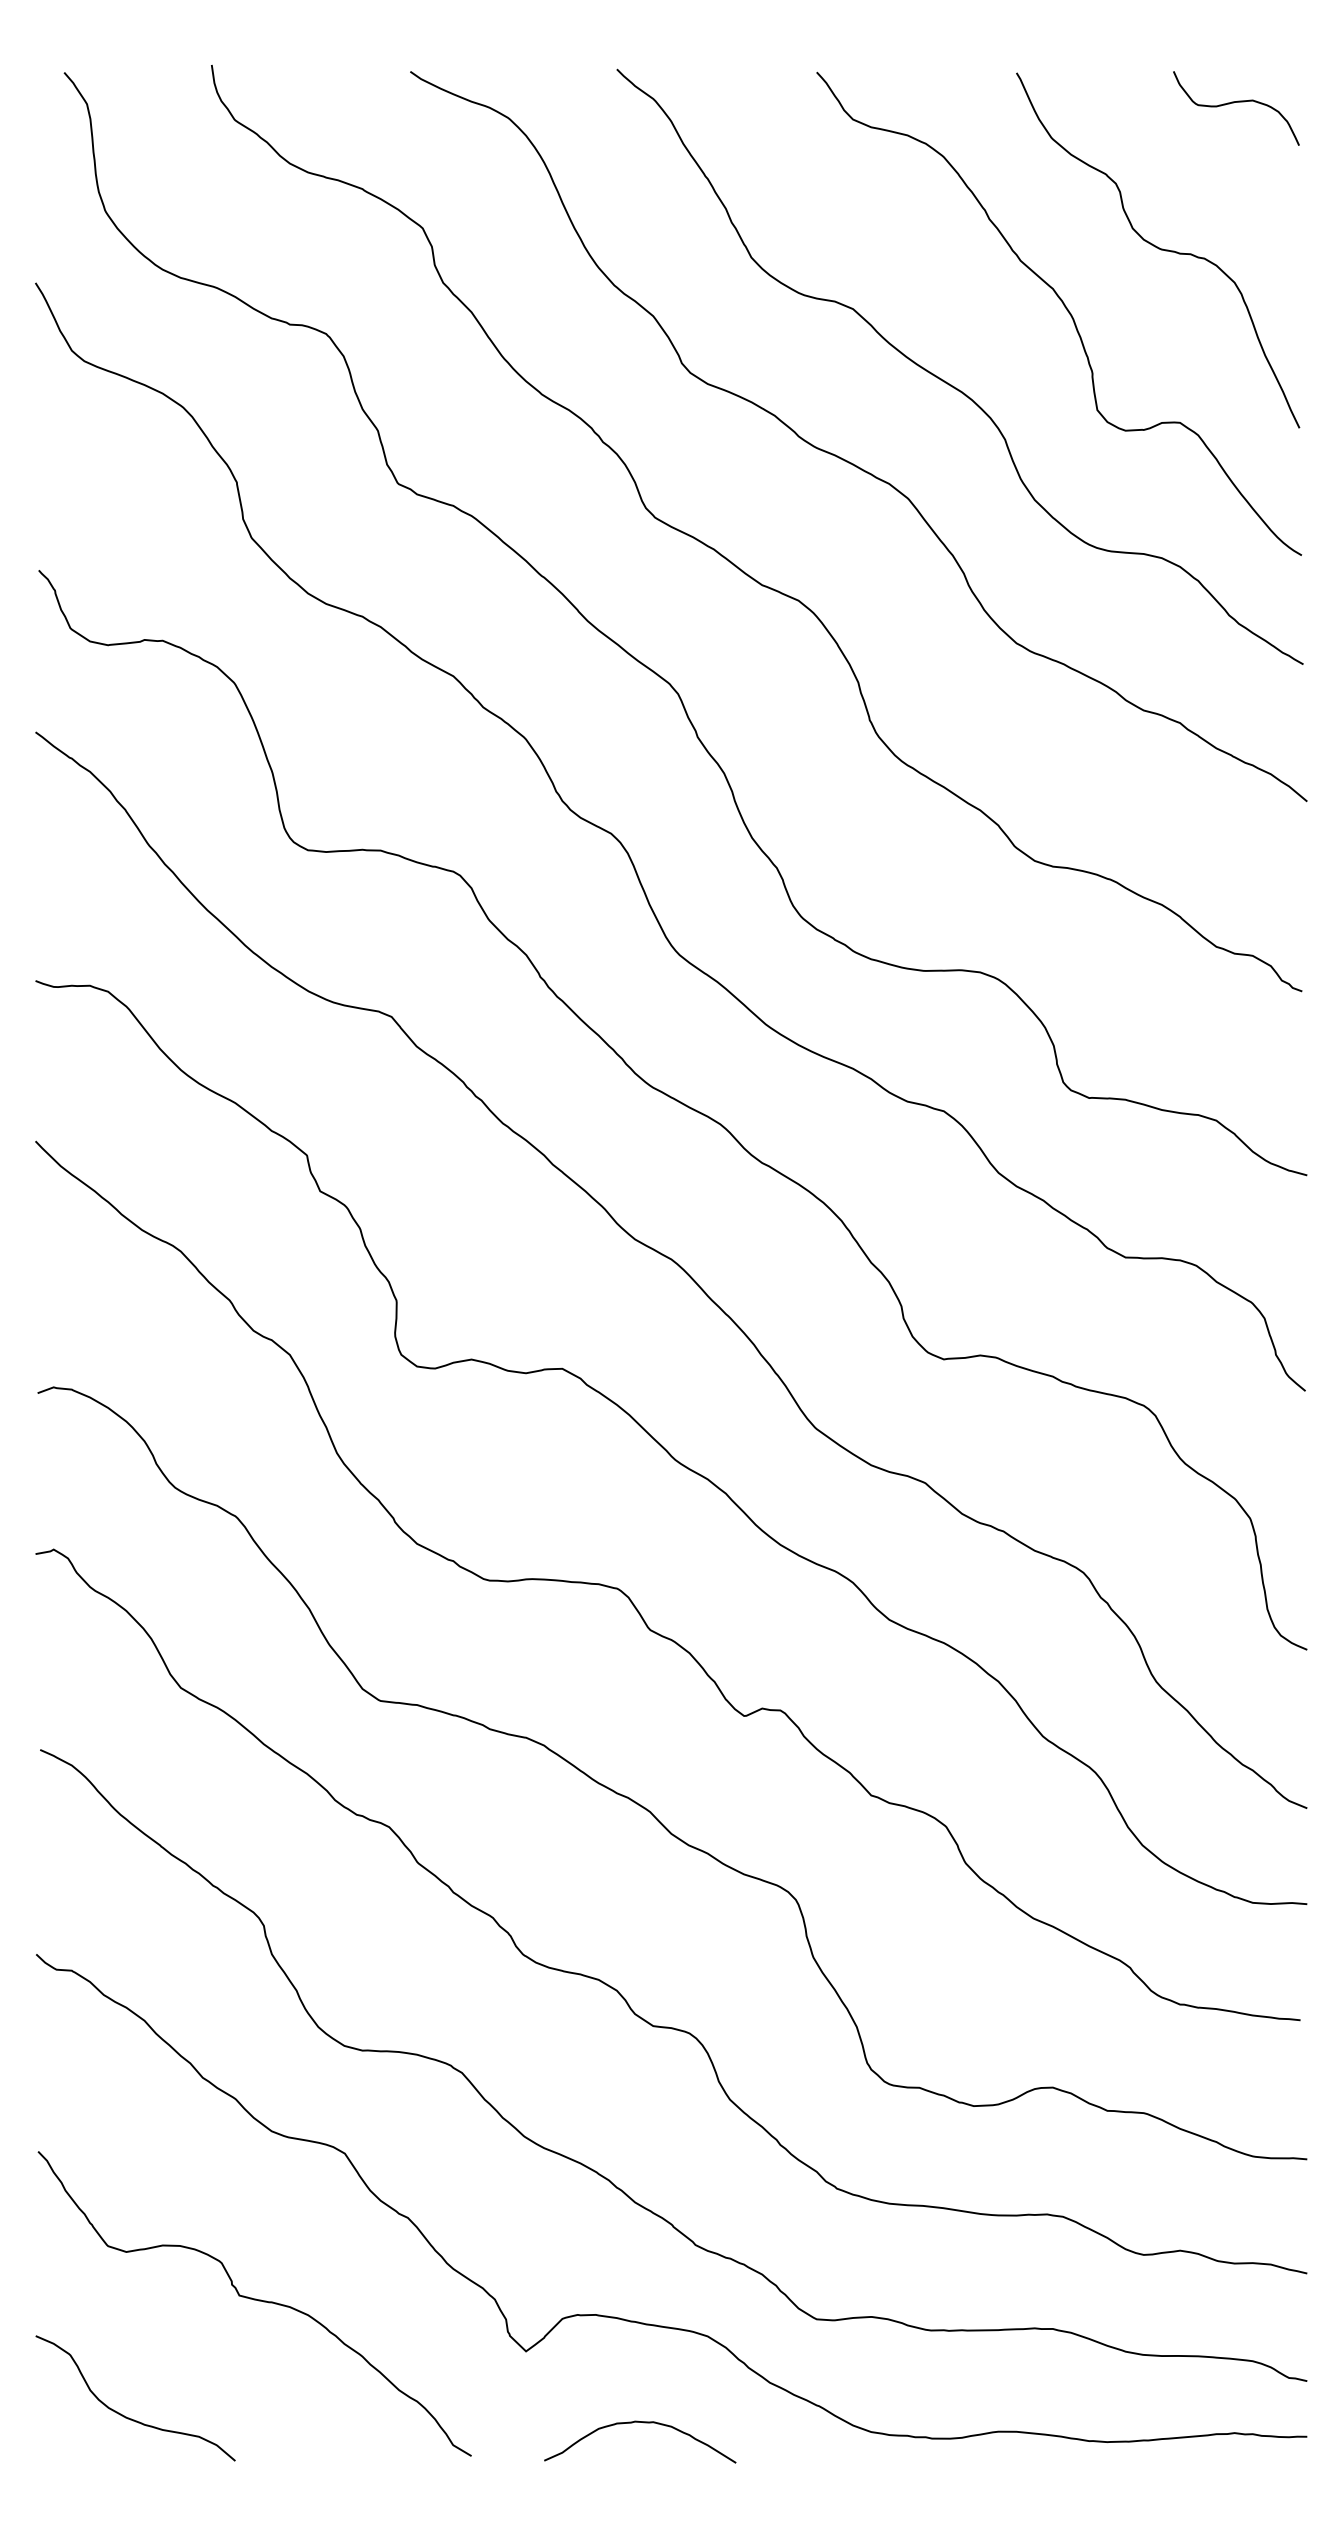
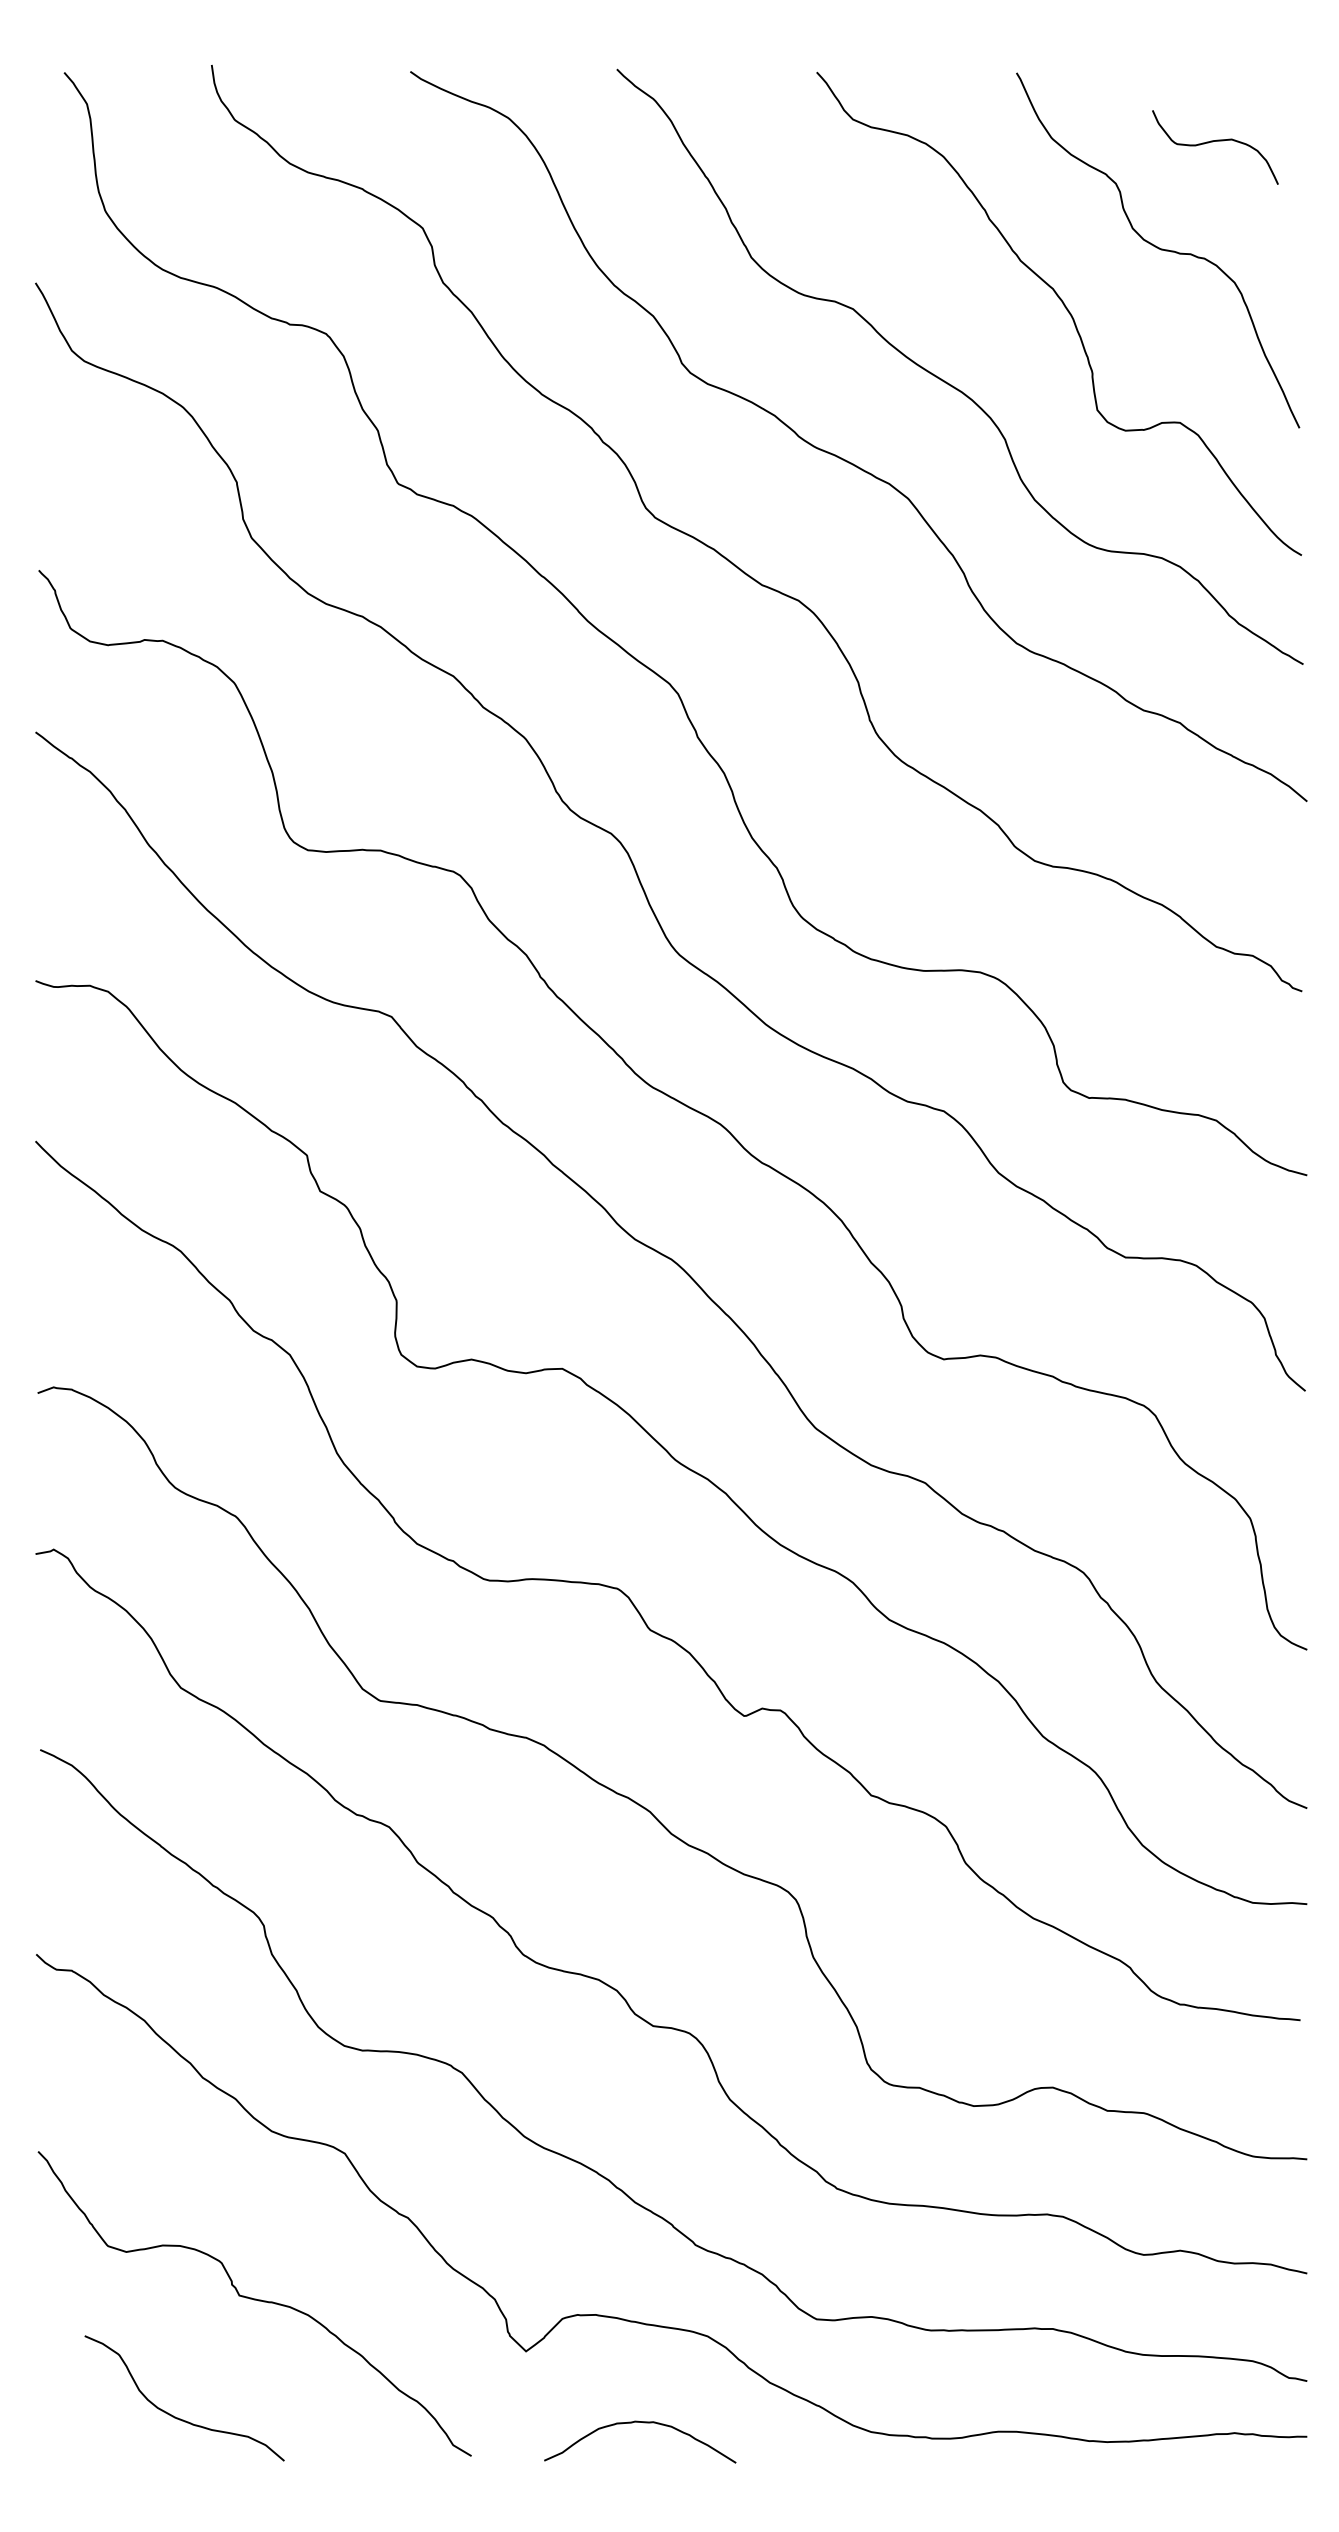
curve at (1233, 103) position: (1233, 103) -> (1212, 142)
curve at (129, 2417) position: (129, 2417) -> (178, 2417)
